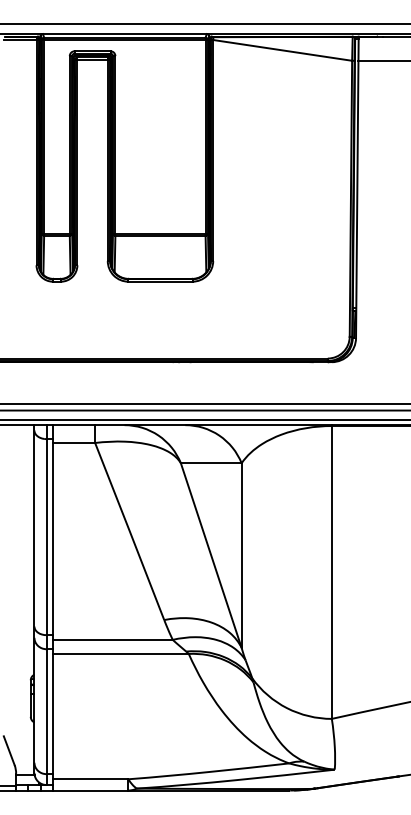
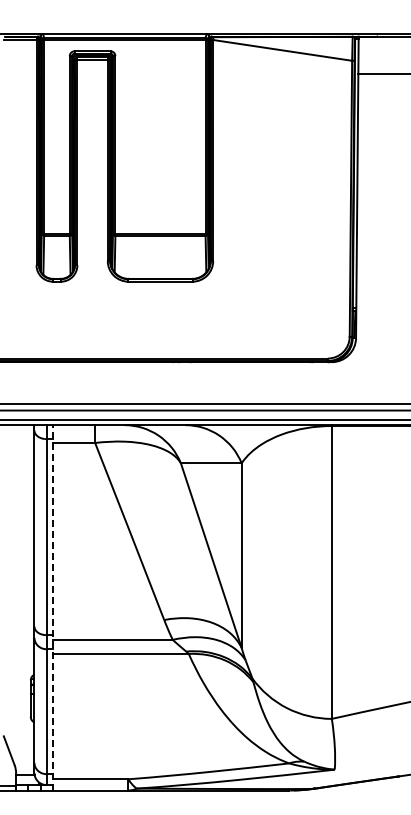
line at (204, 24): present -> none
line at (382, 60) position: (382, 60) -> (382, 73)
line at (52, 608): solid -> dashed
